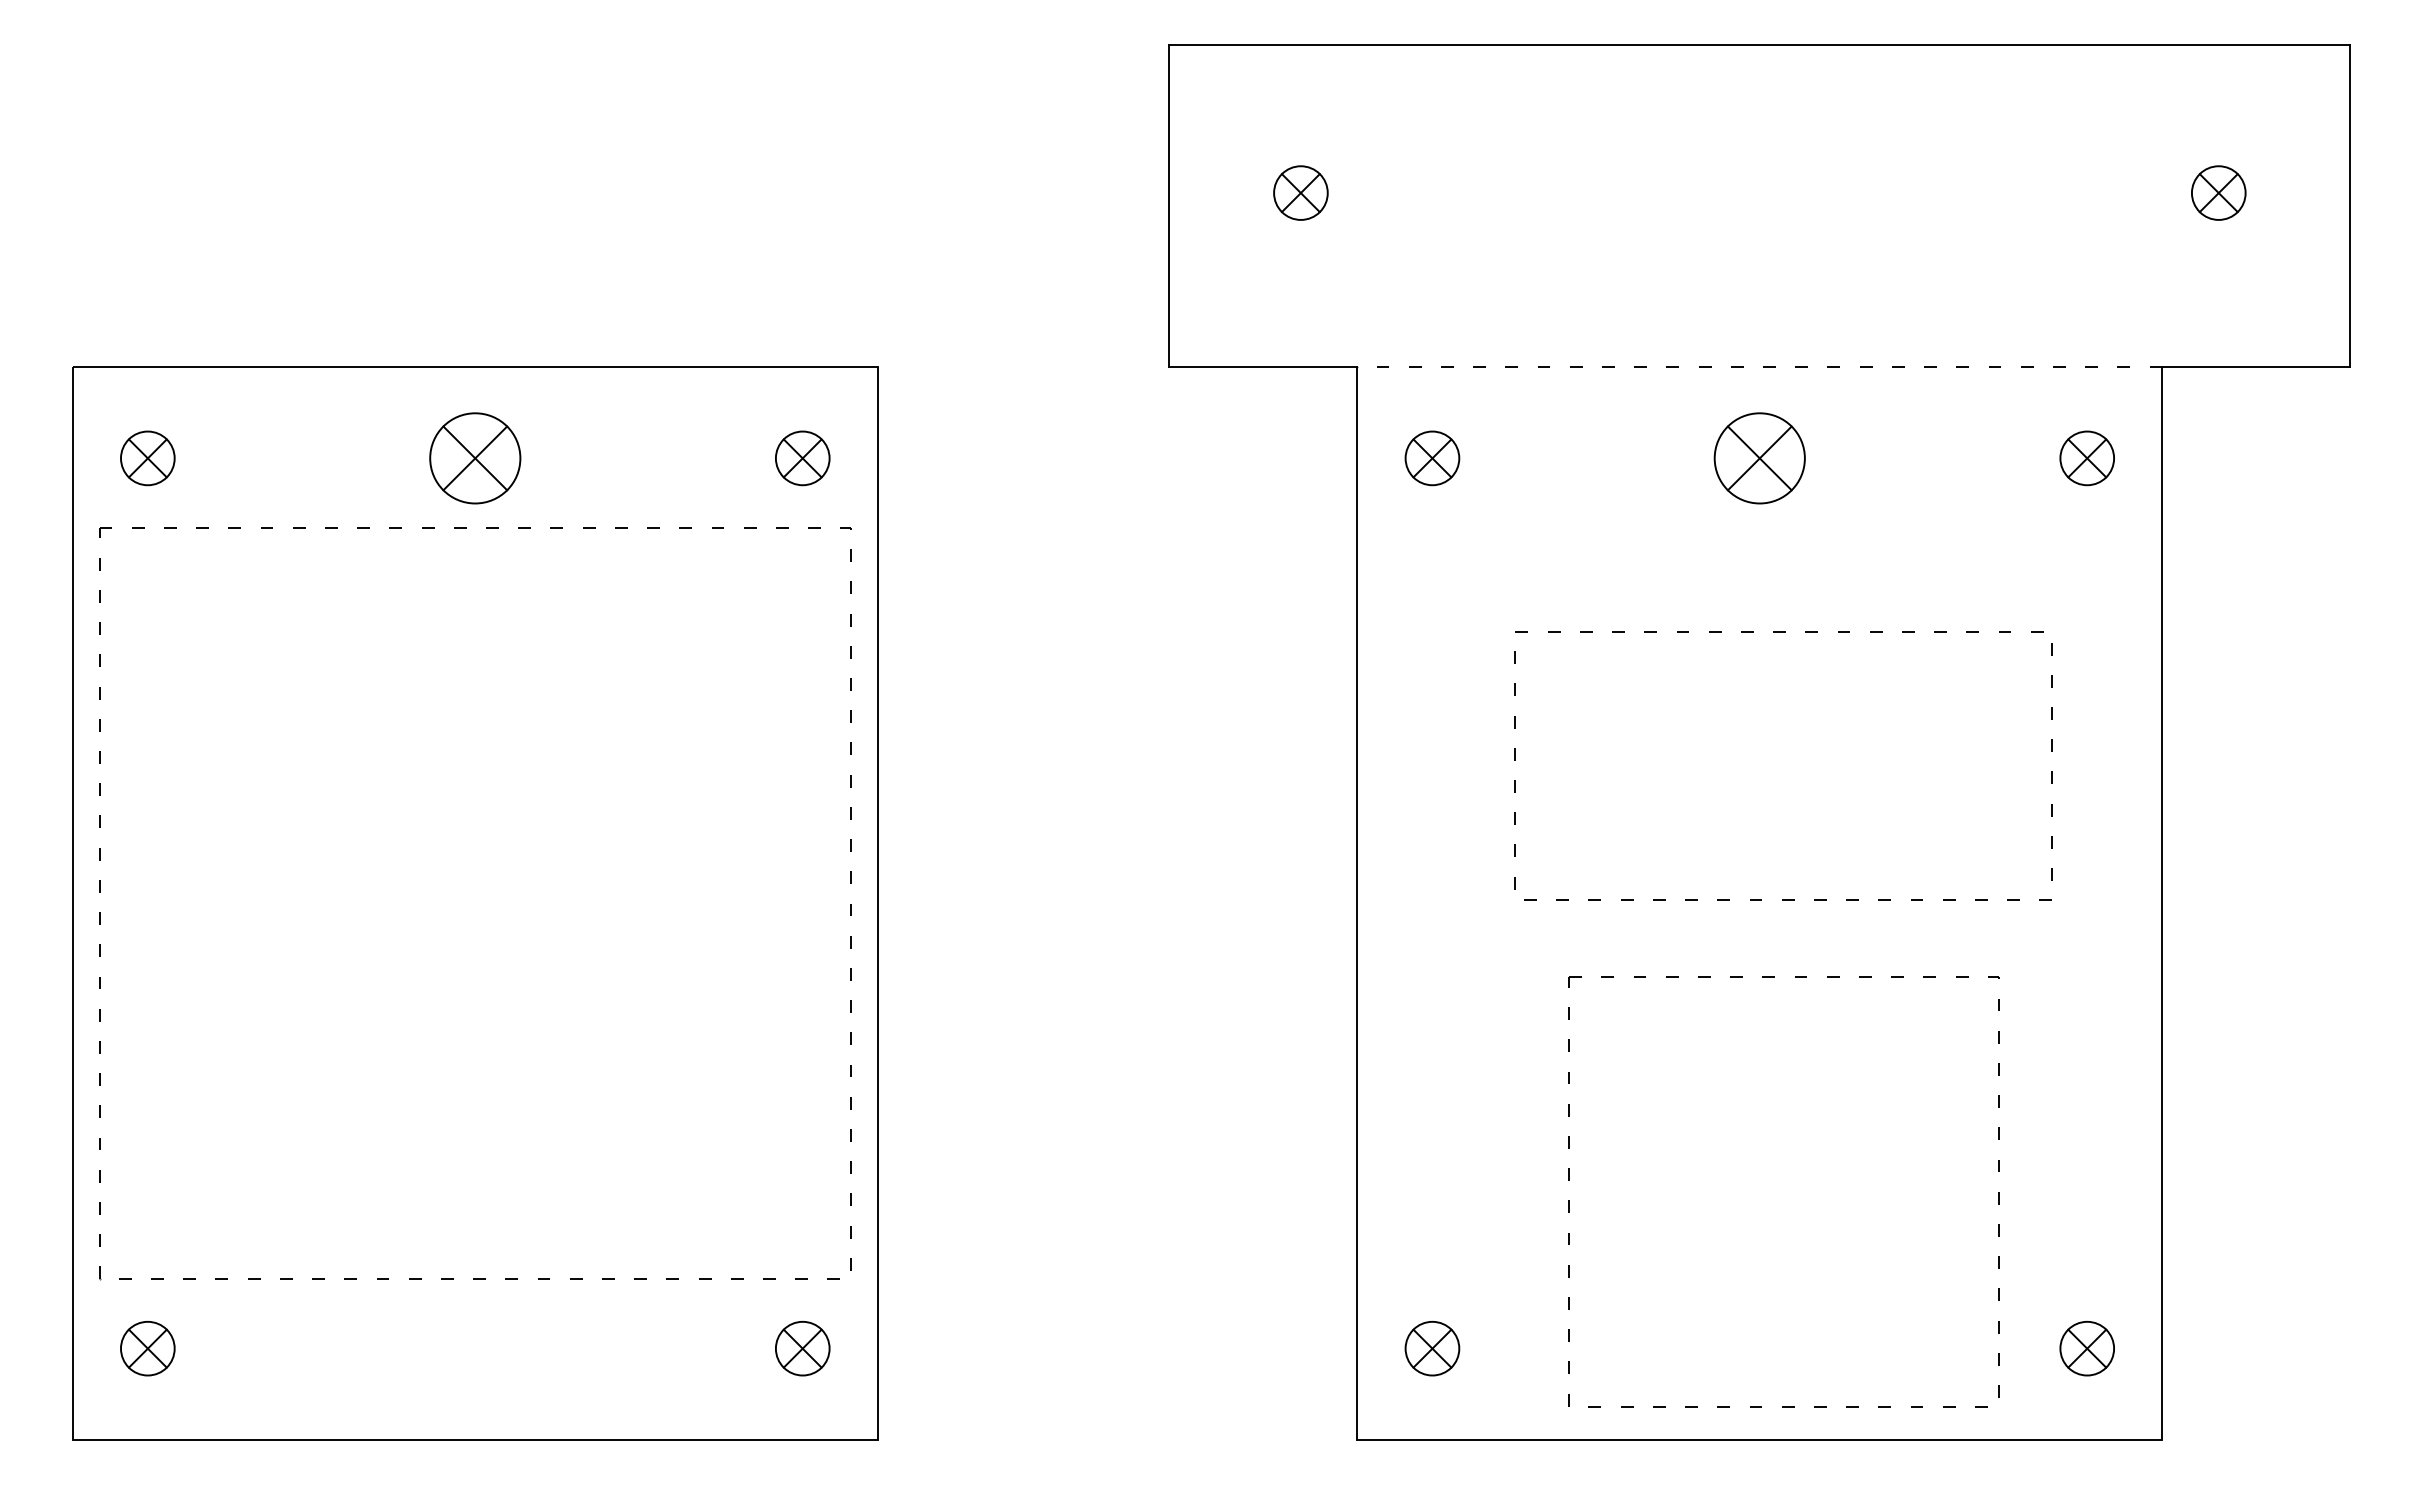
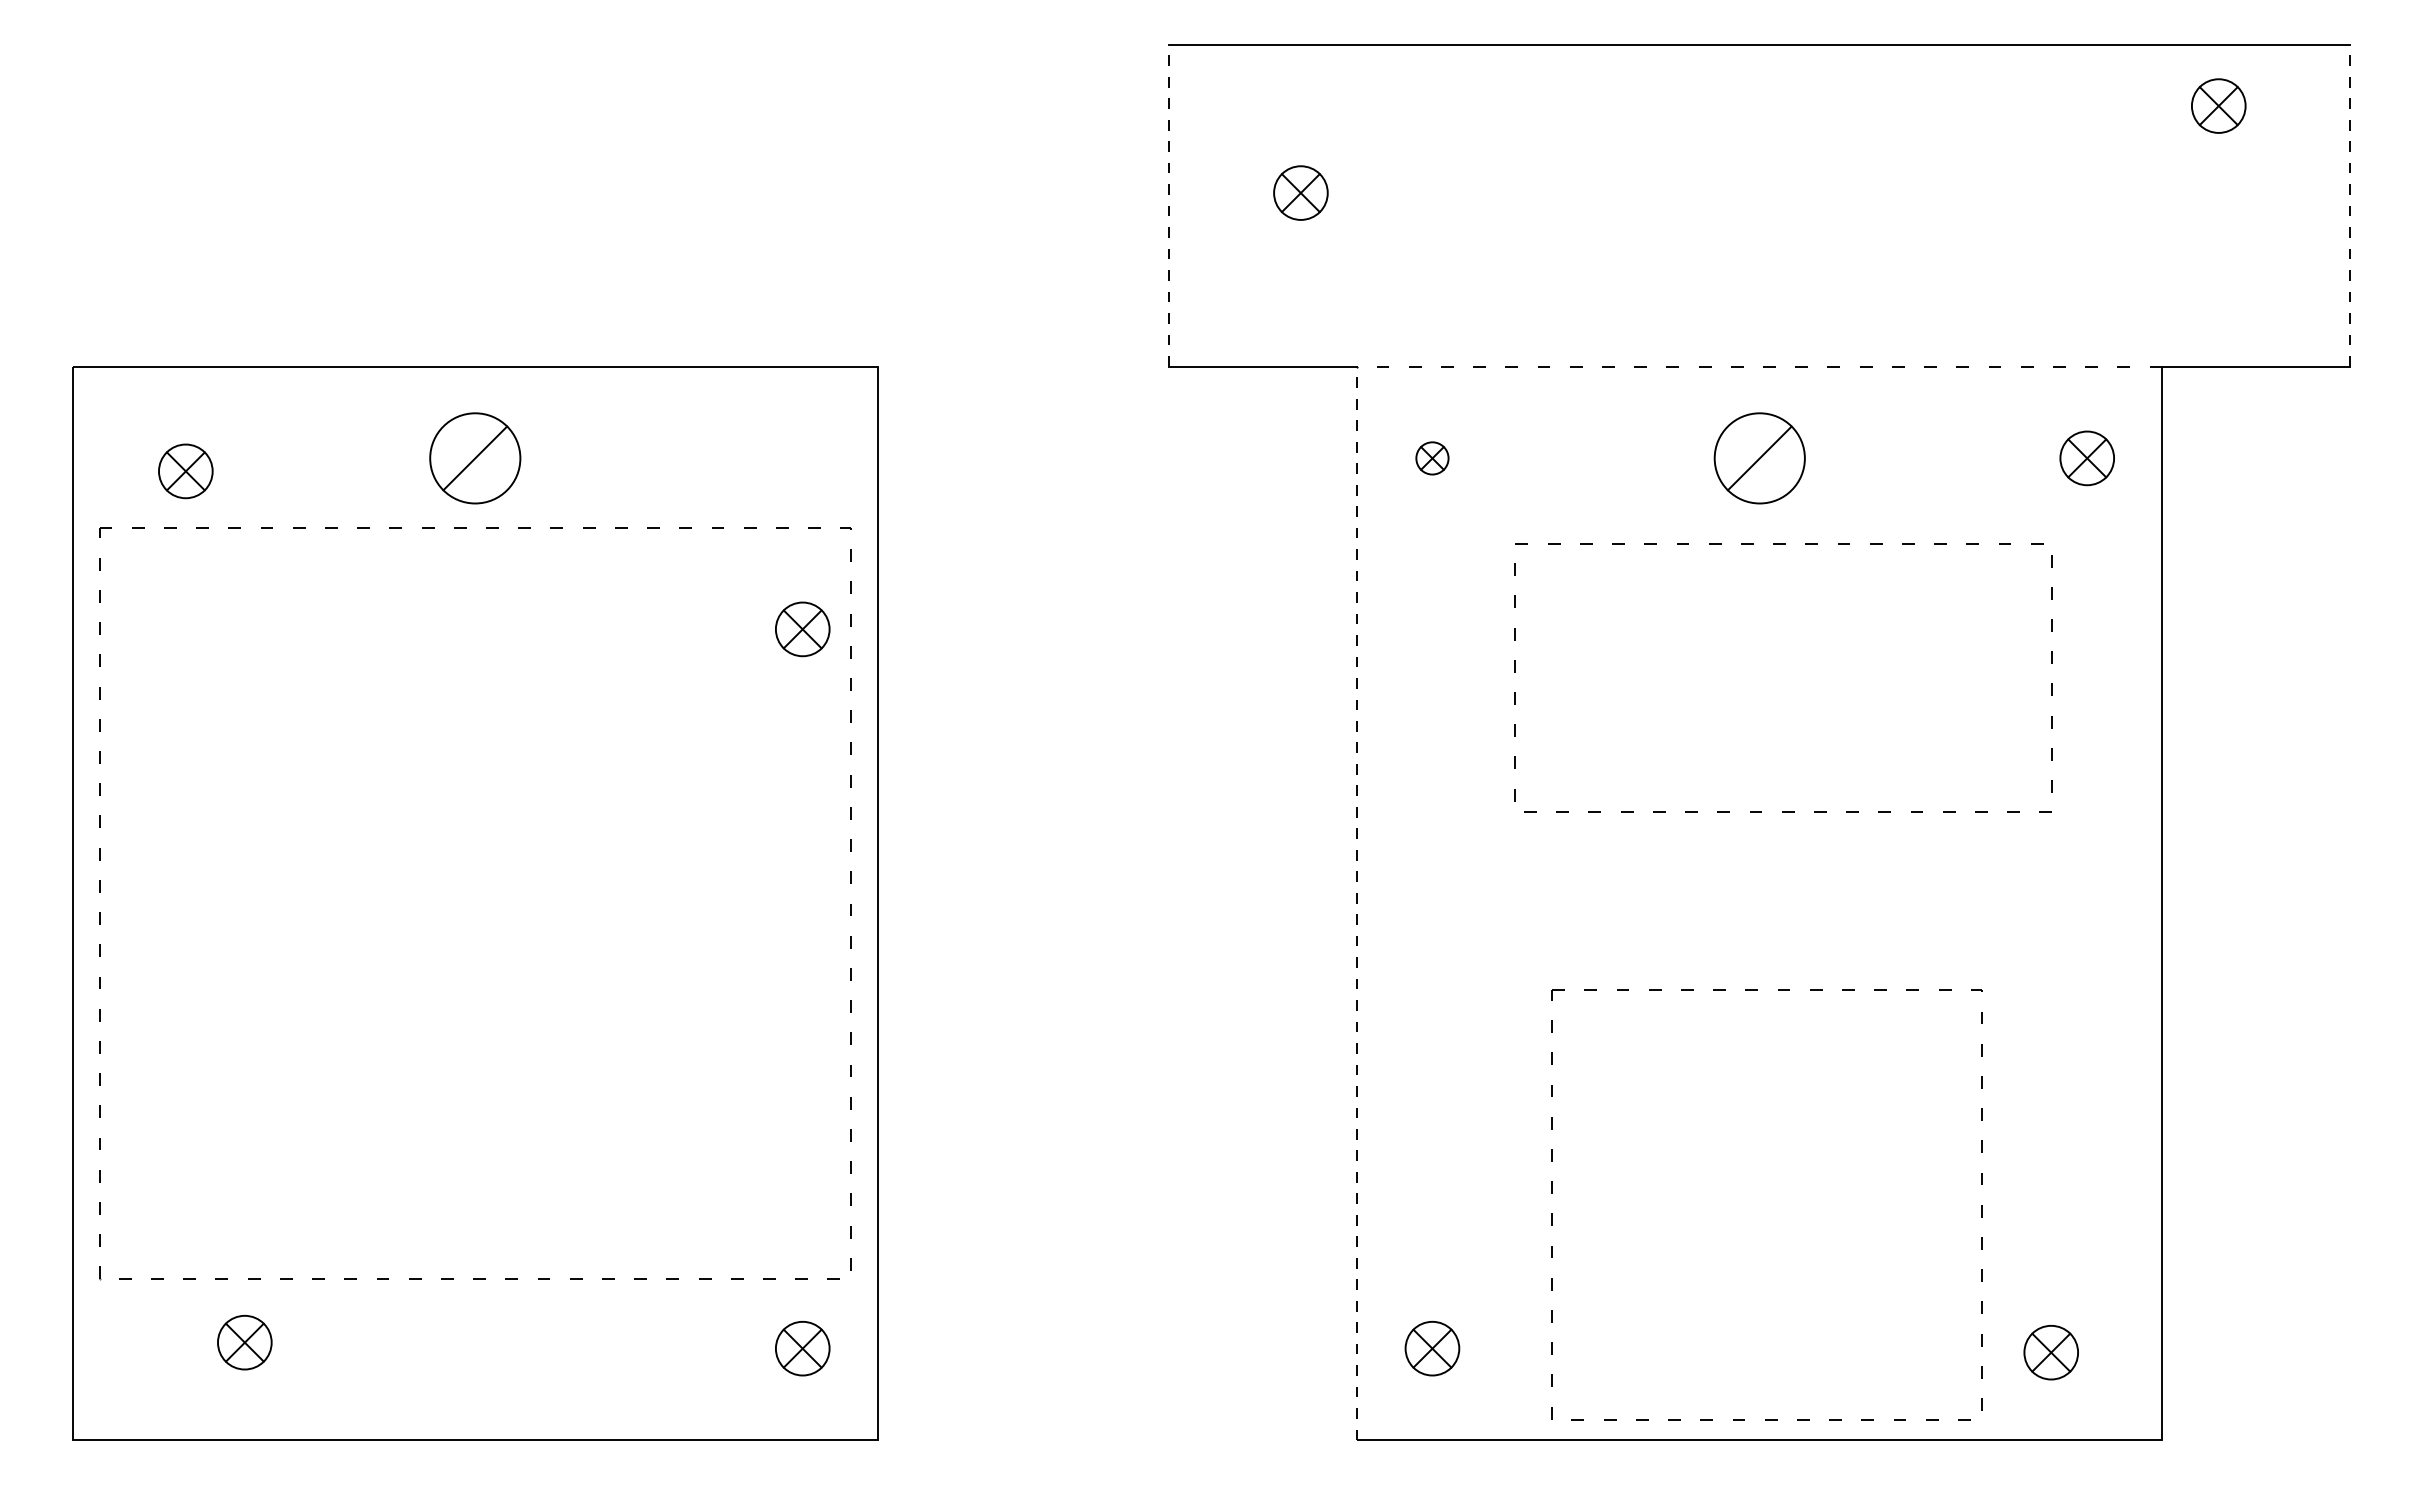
part at (2218, 192) position: (2218, 192) -> (2218, 105)
line at (1169, 205): solid -> dashed
line at (2350, 205): solid -> dashed
part at (147, 458) position: (147, 458) -> (185, 471)
line at (475, 458): present -> none
part at (802, 458) position: (802, 458) -> (802, 629)
part at (1432, 458) size: 57x57 px -> 35x35 px
line at (1759, 458): present -> none
part at (1783, 632) position: (1783, 632) -> (1783, 544)
line at (1357, 903): solid -> dashed
part at (1774, 977) position: (1774, 977) -> (1757, 990)
part at (147, 1348) position: (147, 1348) -> (244, 1342)
part at (2086, 1348) position: (2086, 1348) -> (2050, 1352)
